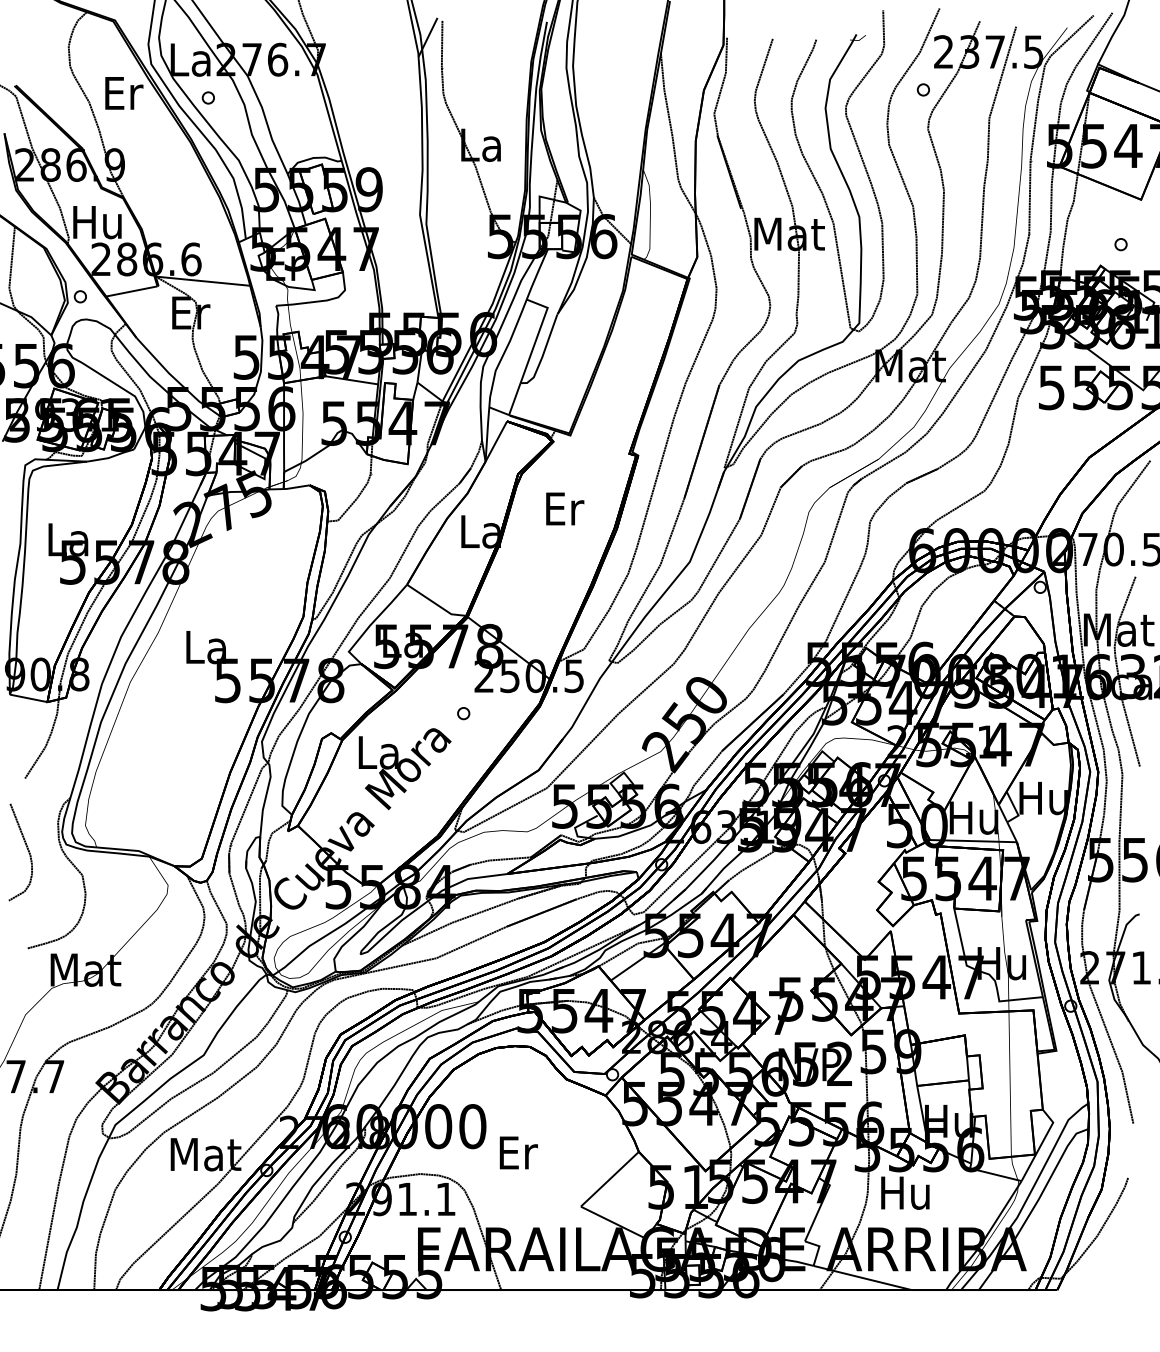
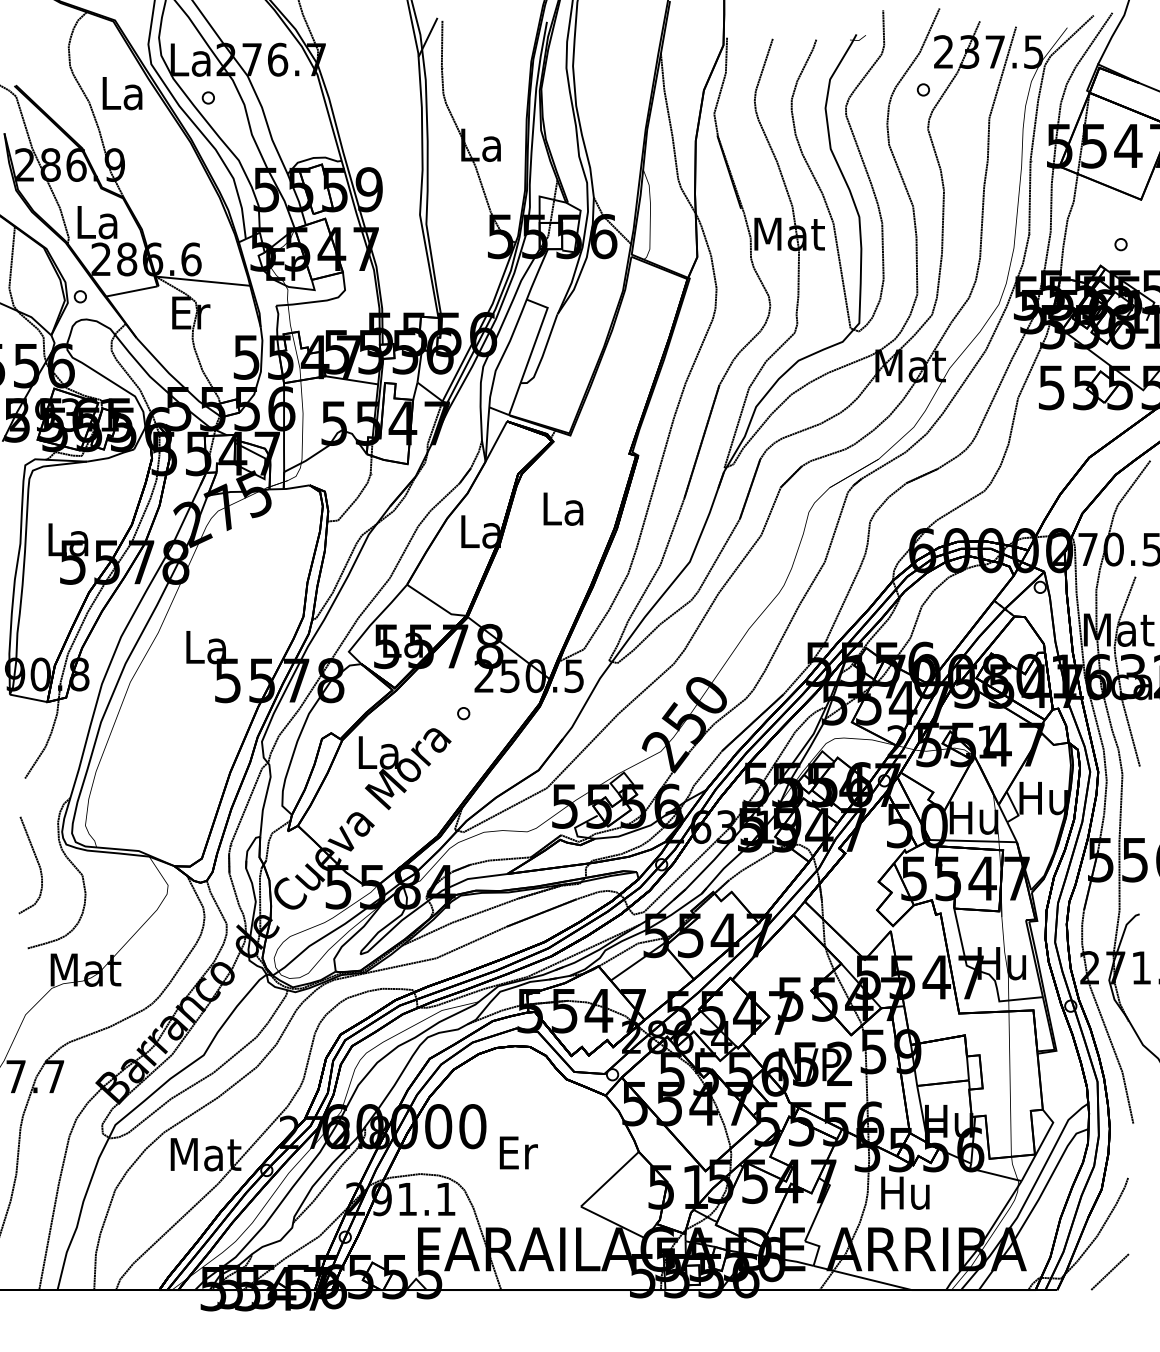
text at (122, 93): Er -> La
text at (97, 222): Hu -> La
text at (563, 508): Er -> La
curve at (26, 848) position: (26, 848) -> (36, 861)
line at (1109, 1271): none -> present
